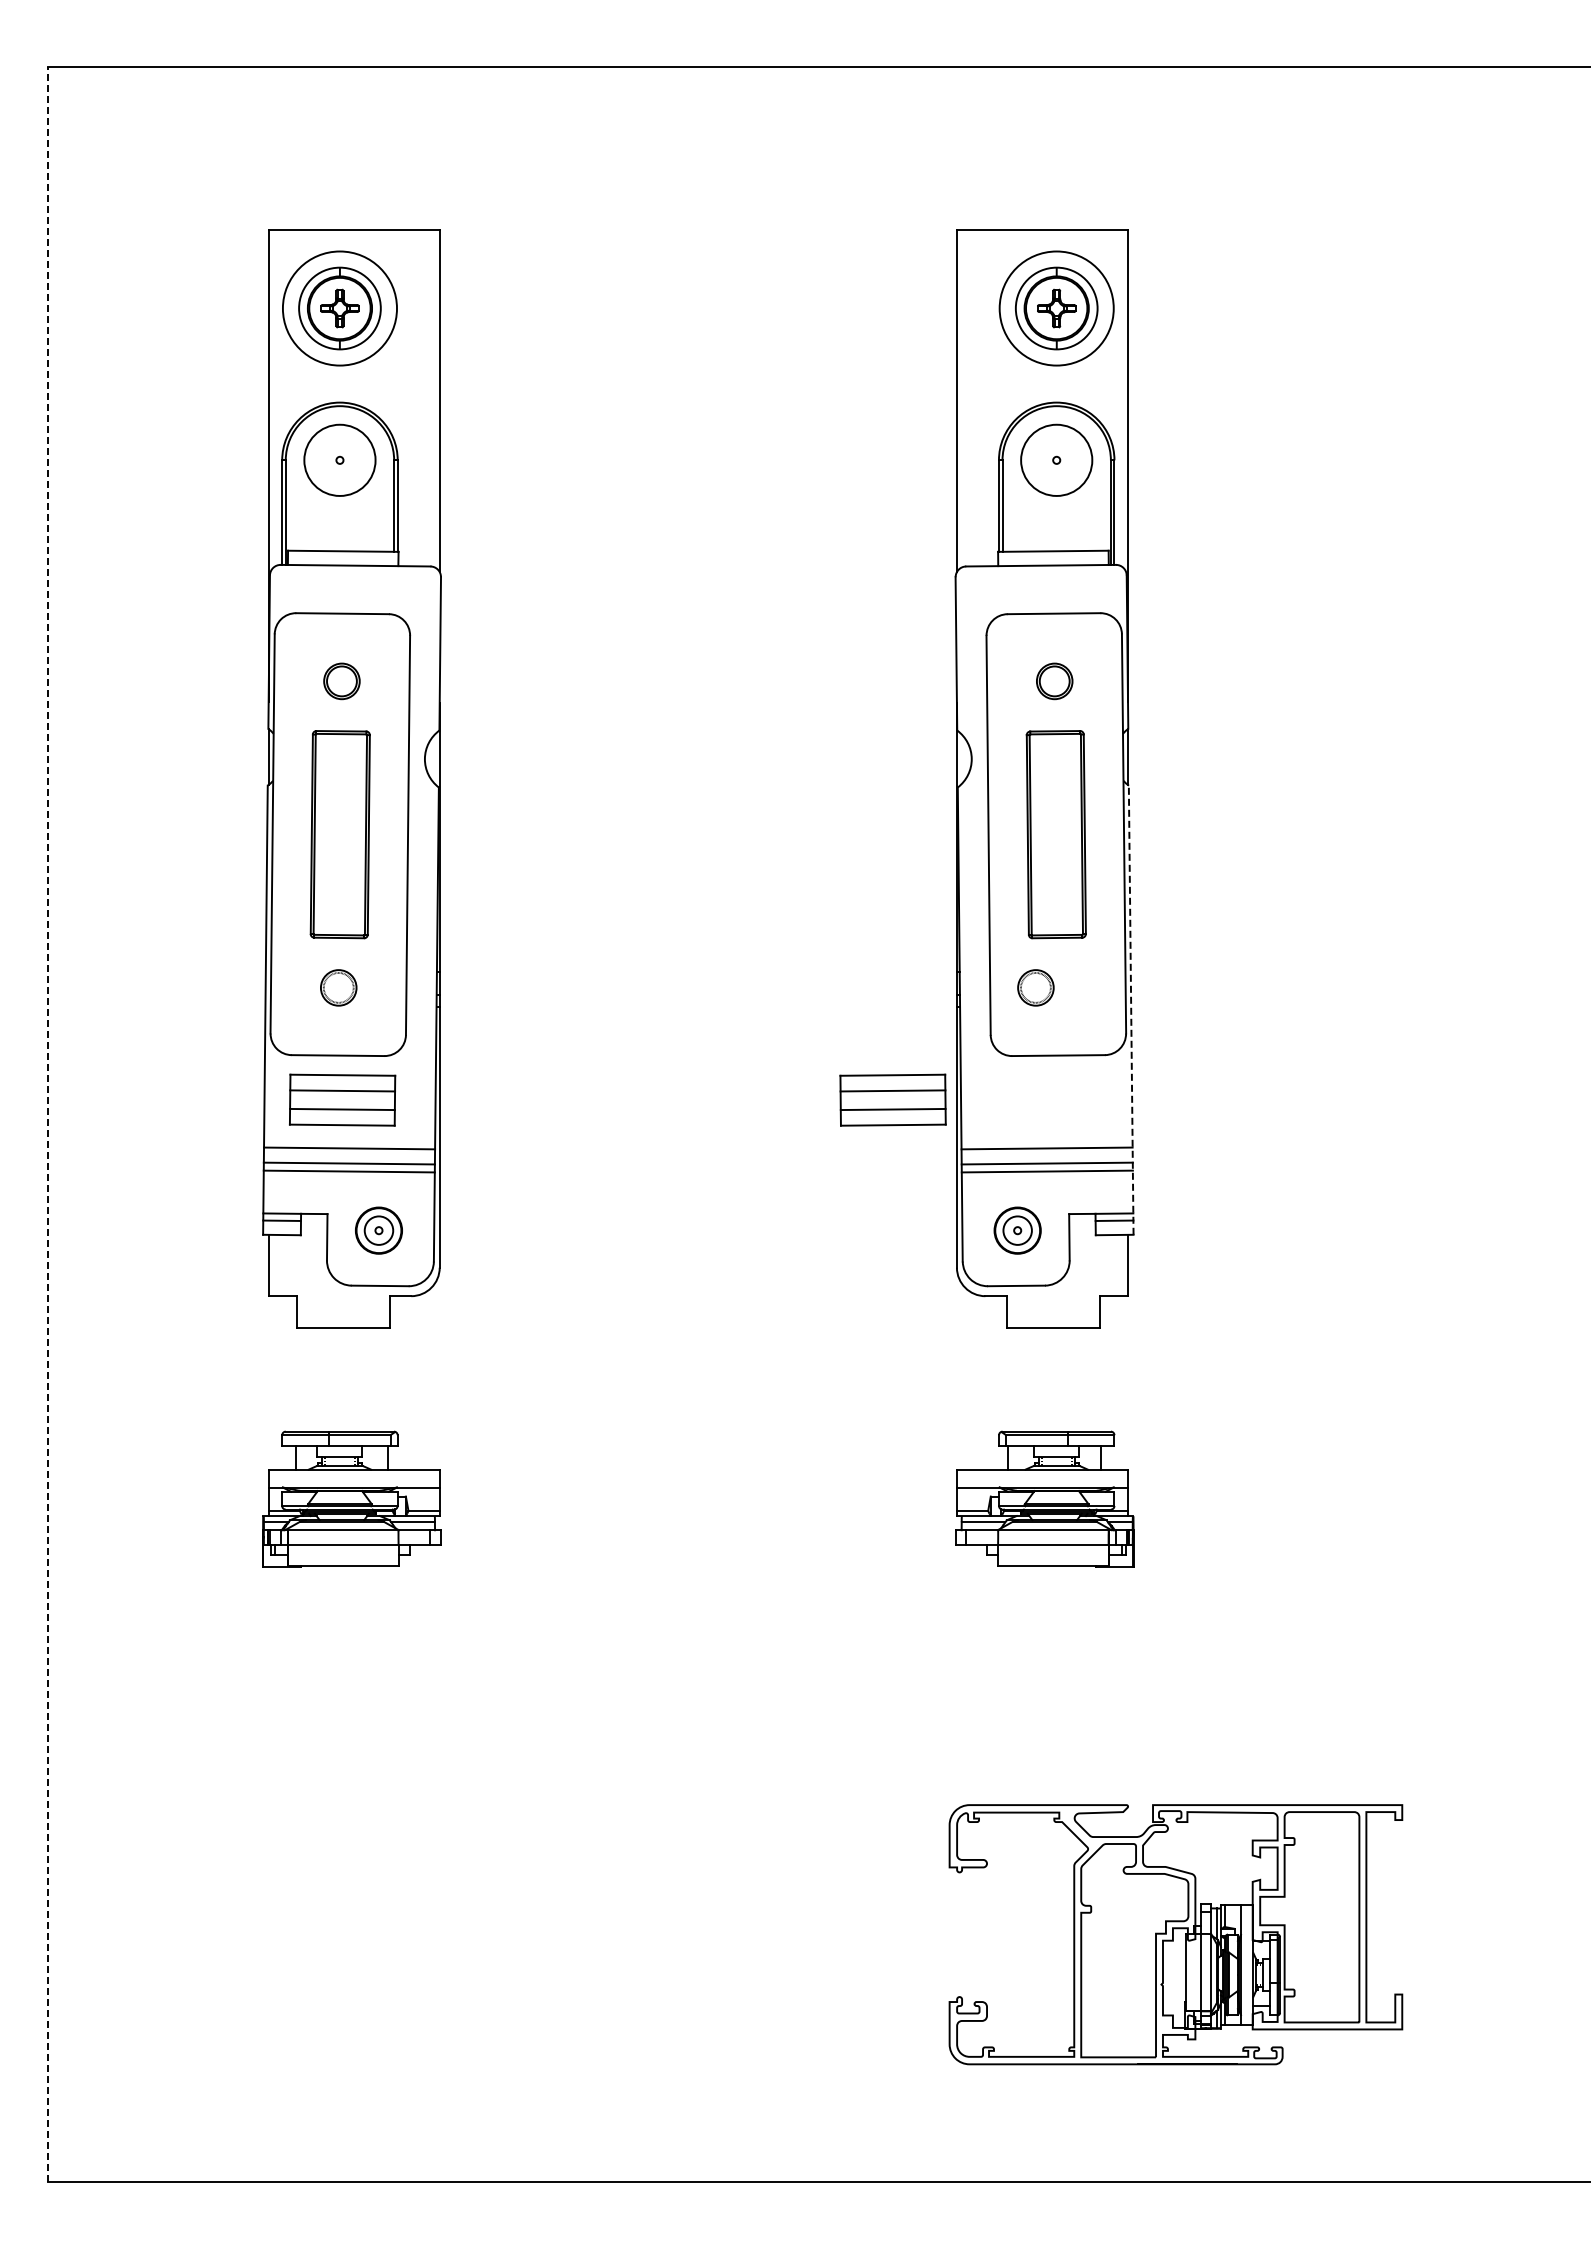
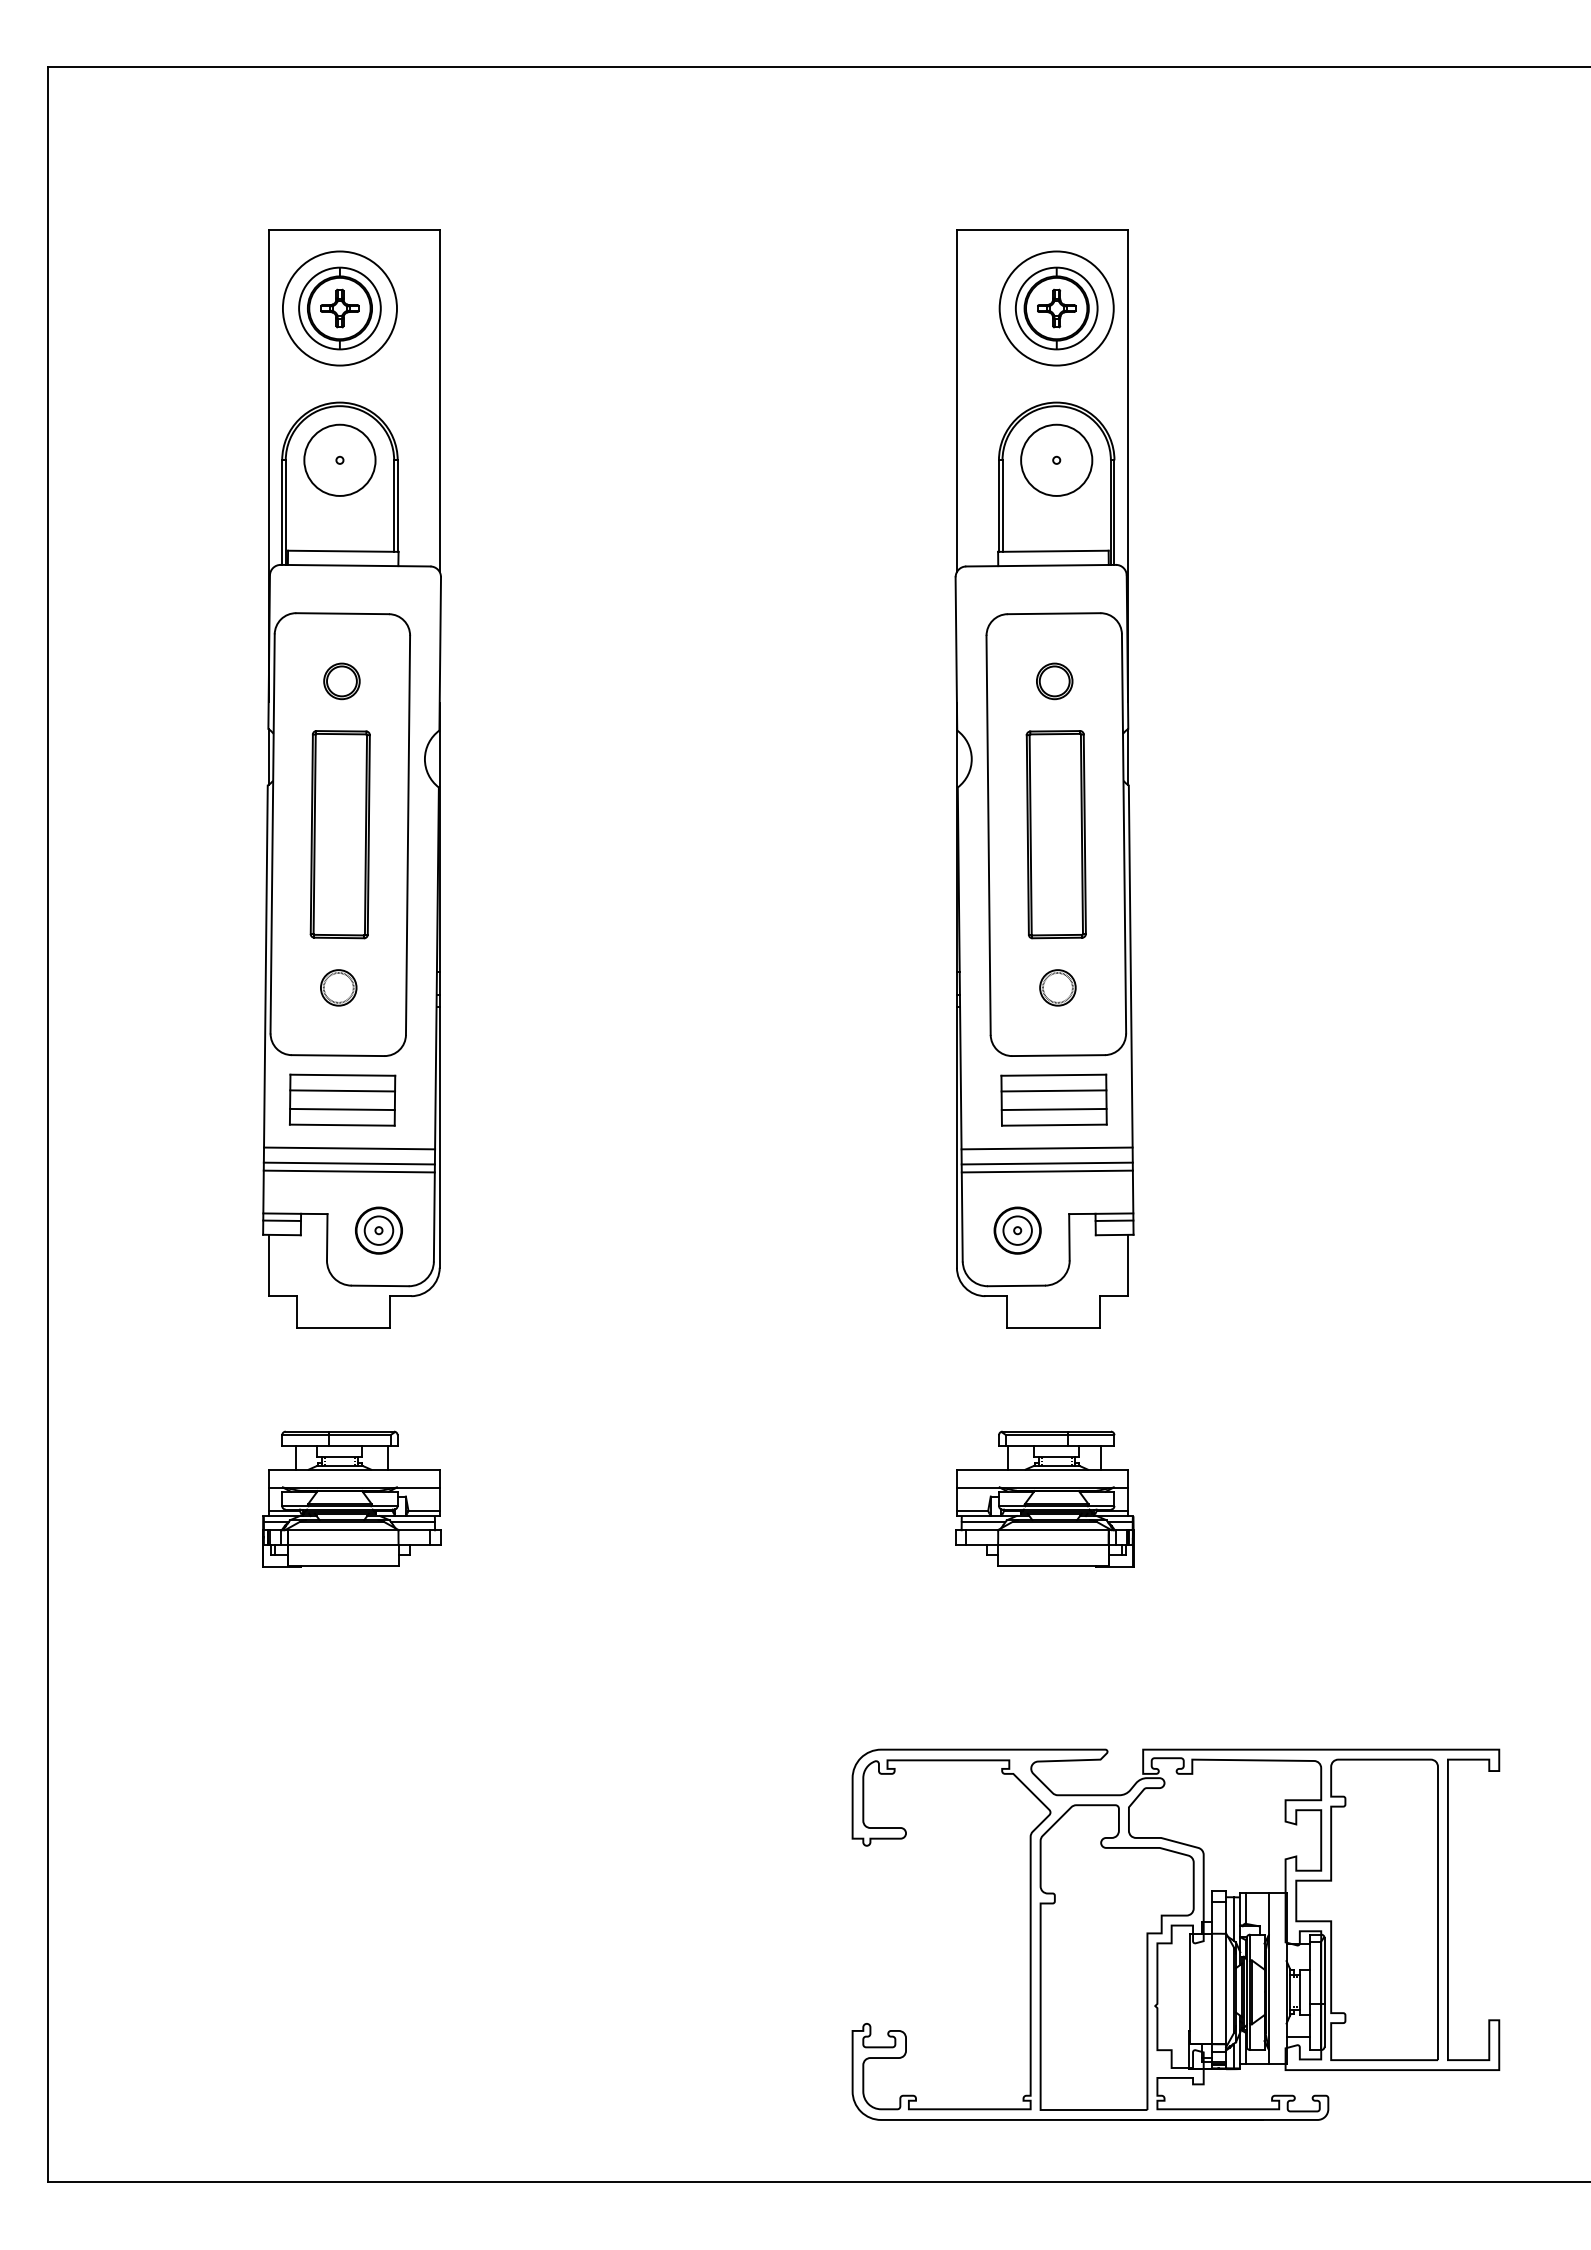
part at (1035, 987) position: (1035, 987) -> (1057, 987)
line at (1131, 1010): dashed -> solid
part at (892, 1099) position: (892, 1099) -> (1053, 1099)
line at (47, 1124): dashed -> solid
part at (1175, 1934) size: 456x262 px -> 650x373 px
